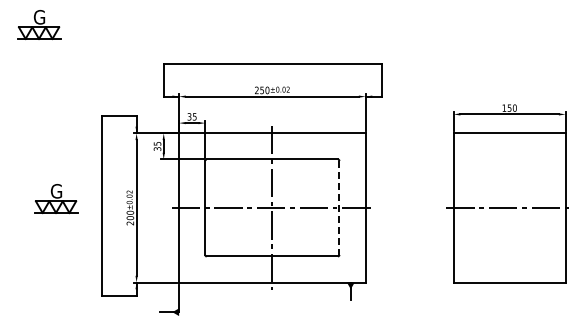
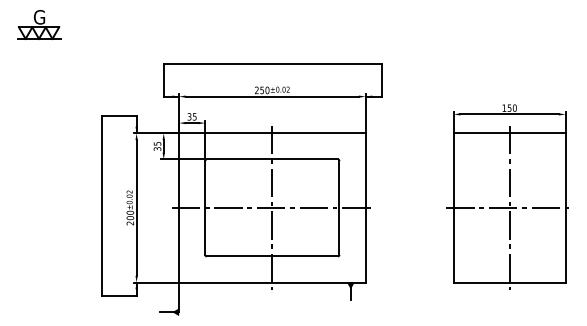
part at (56, 199): present -> none
line at (339, 207): dashed -> solid
line at (509, 207): none -> present
